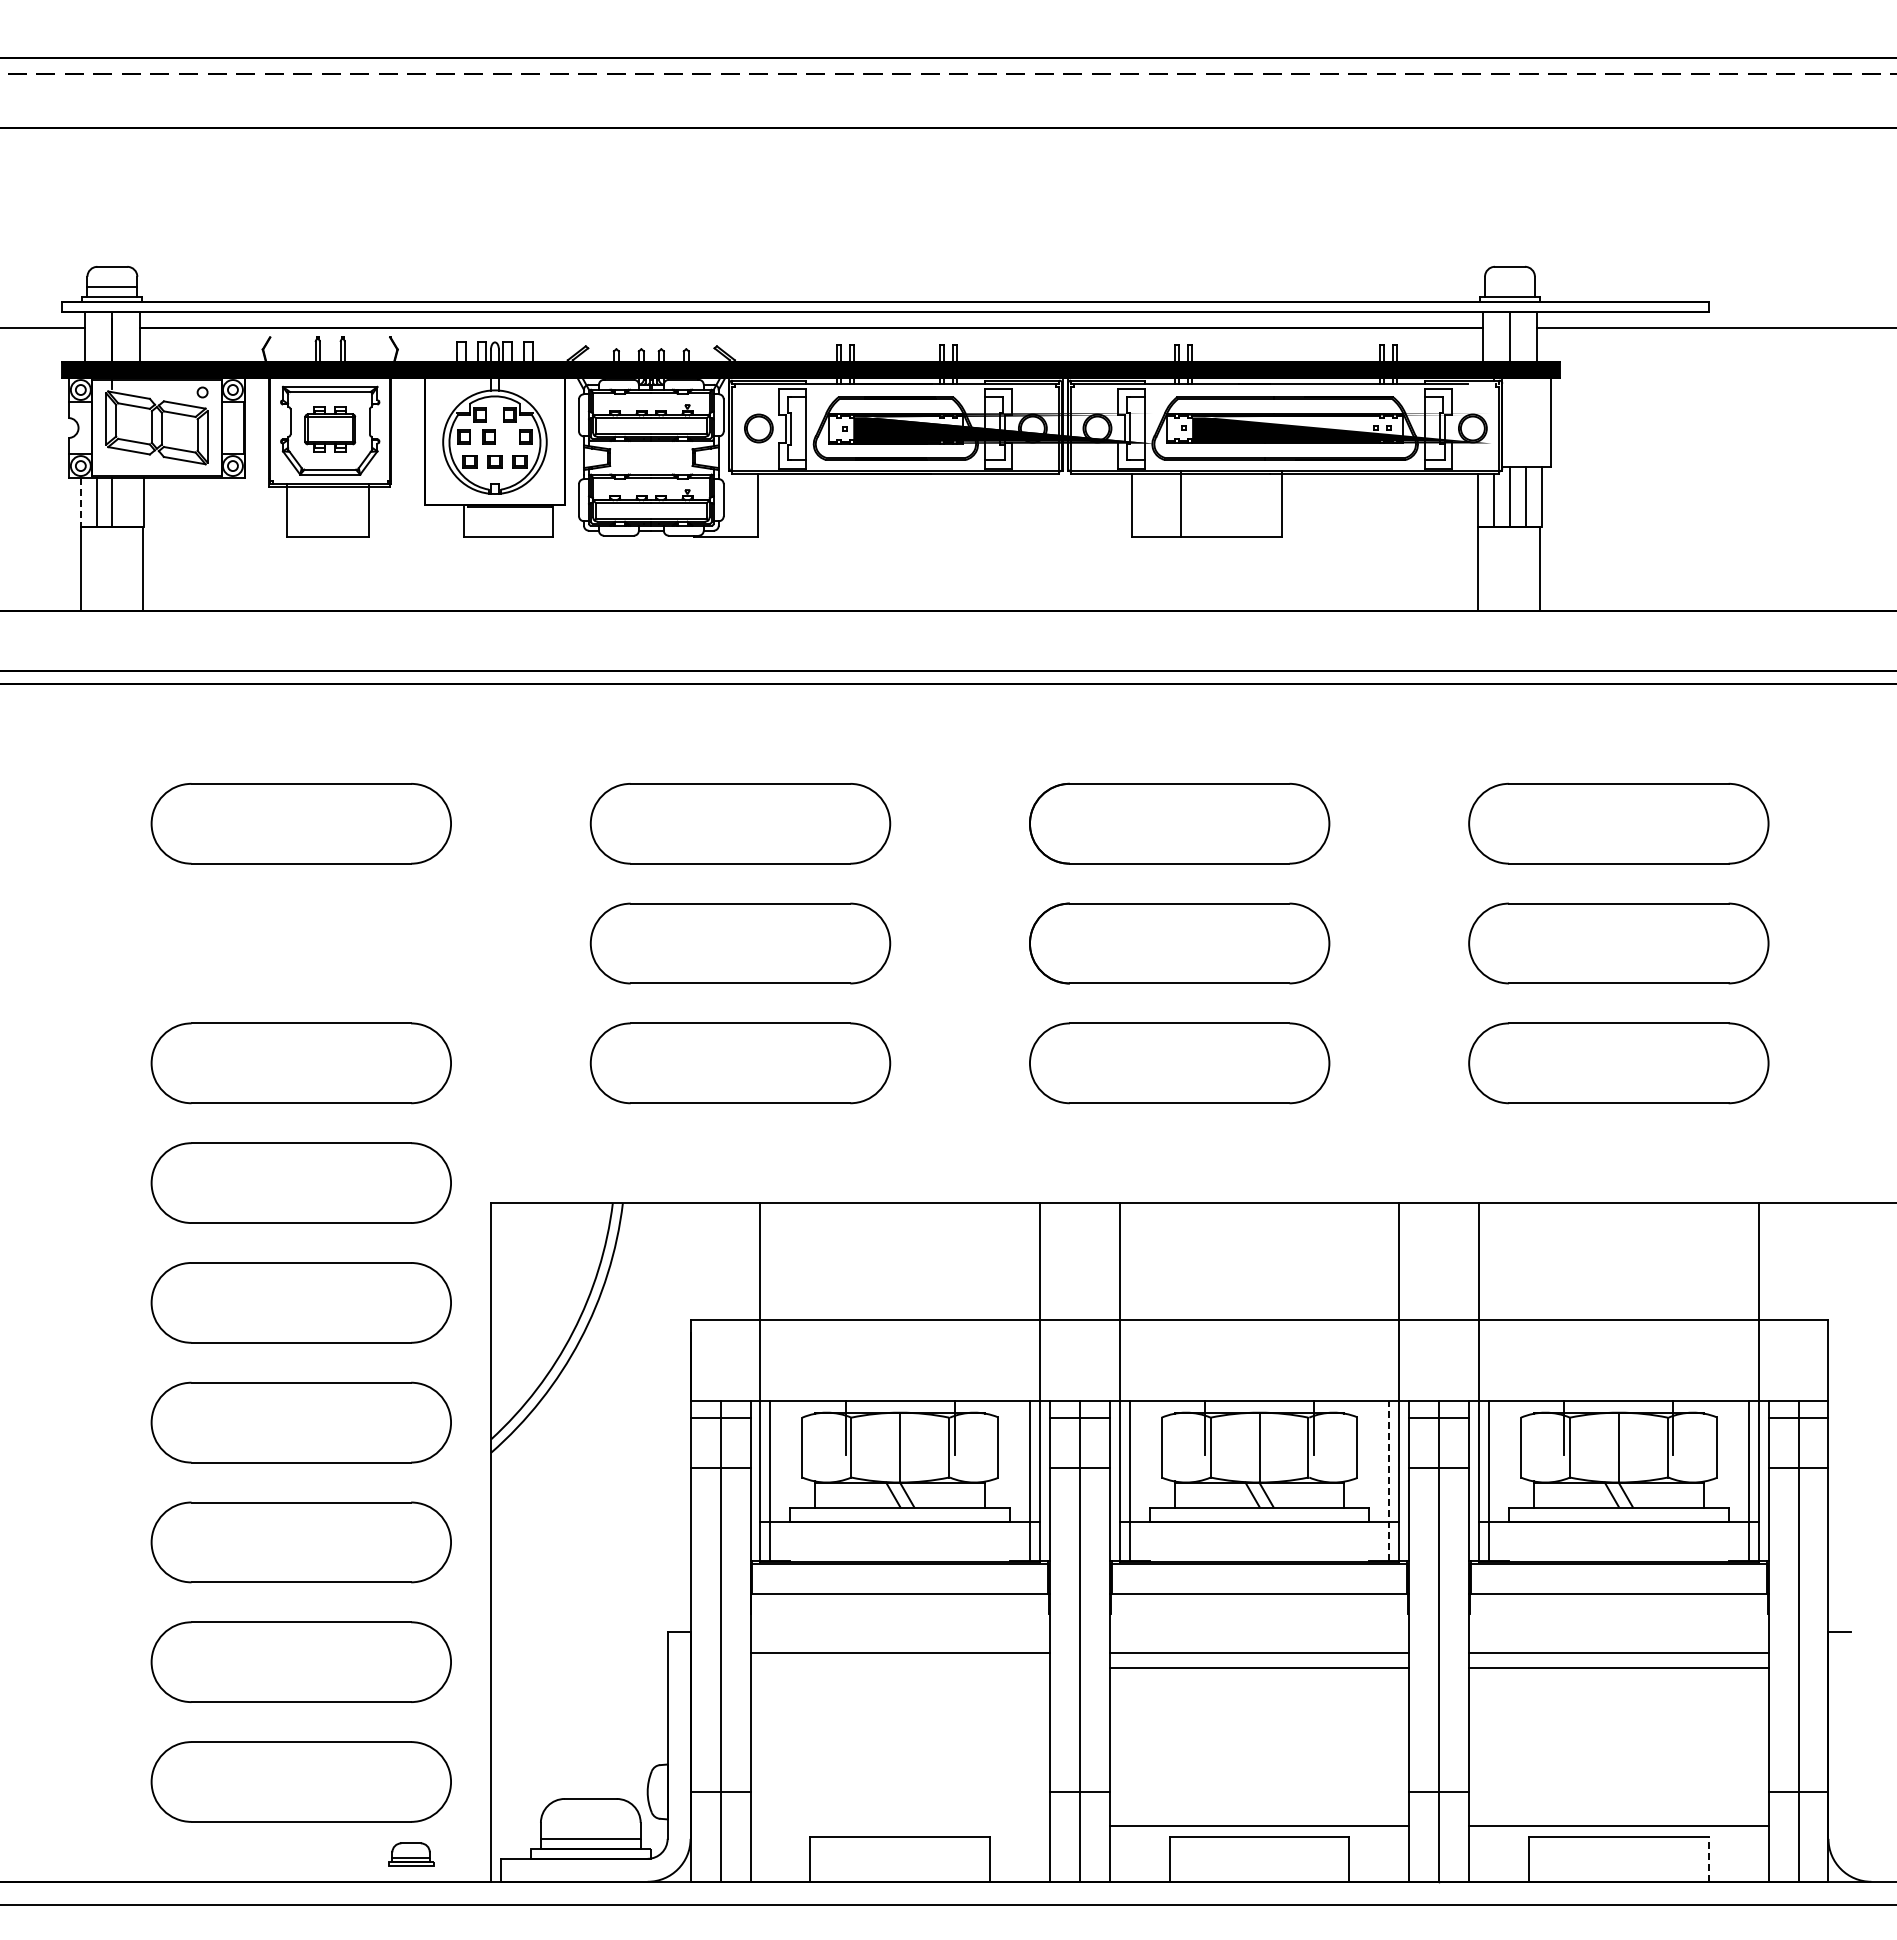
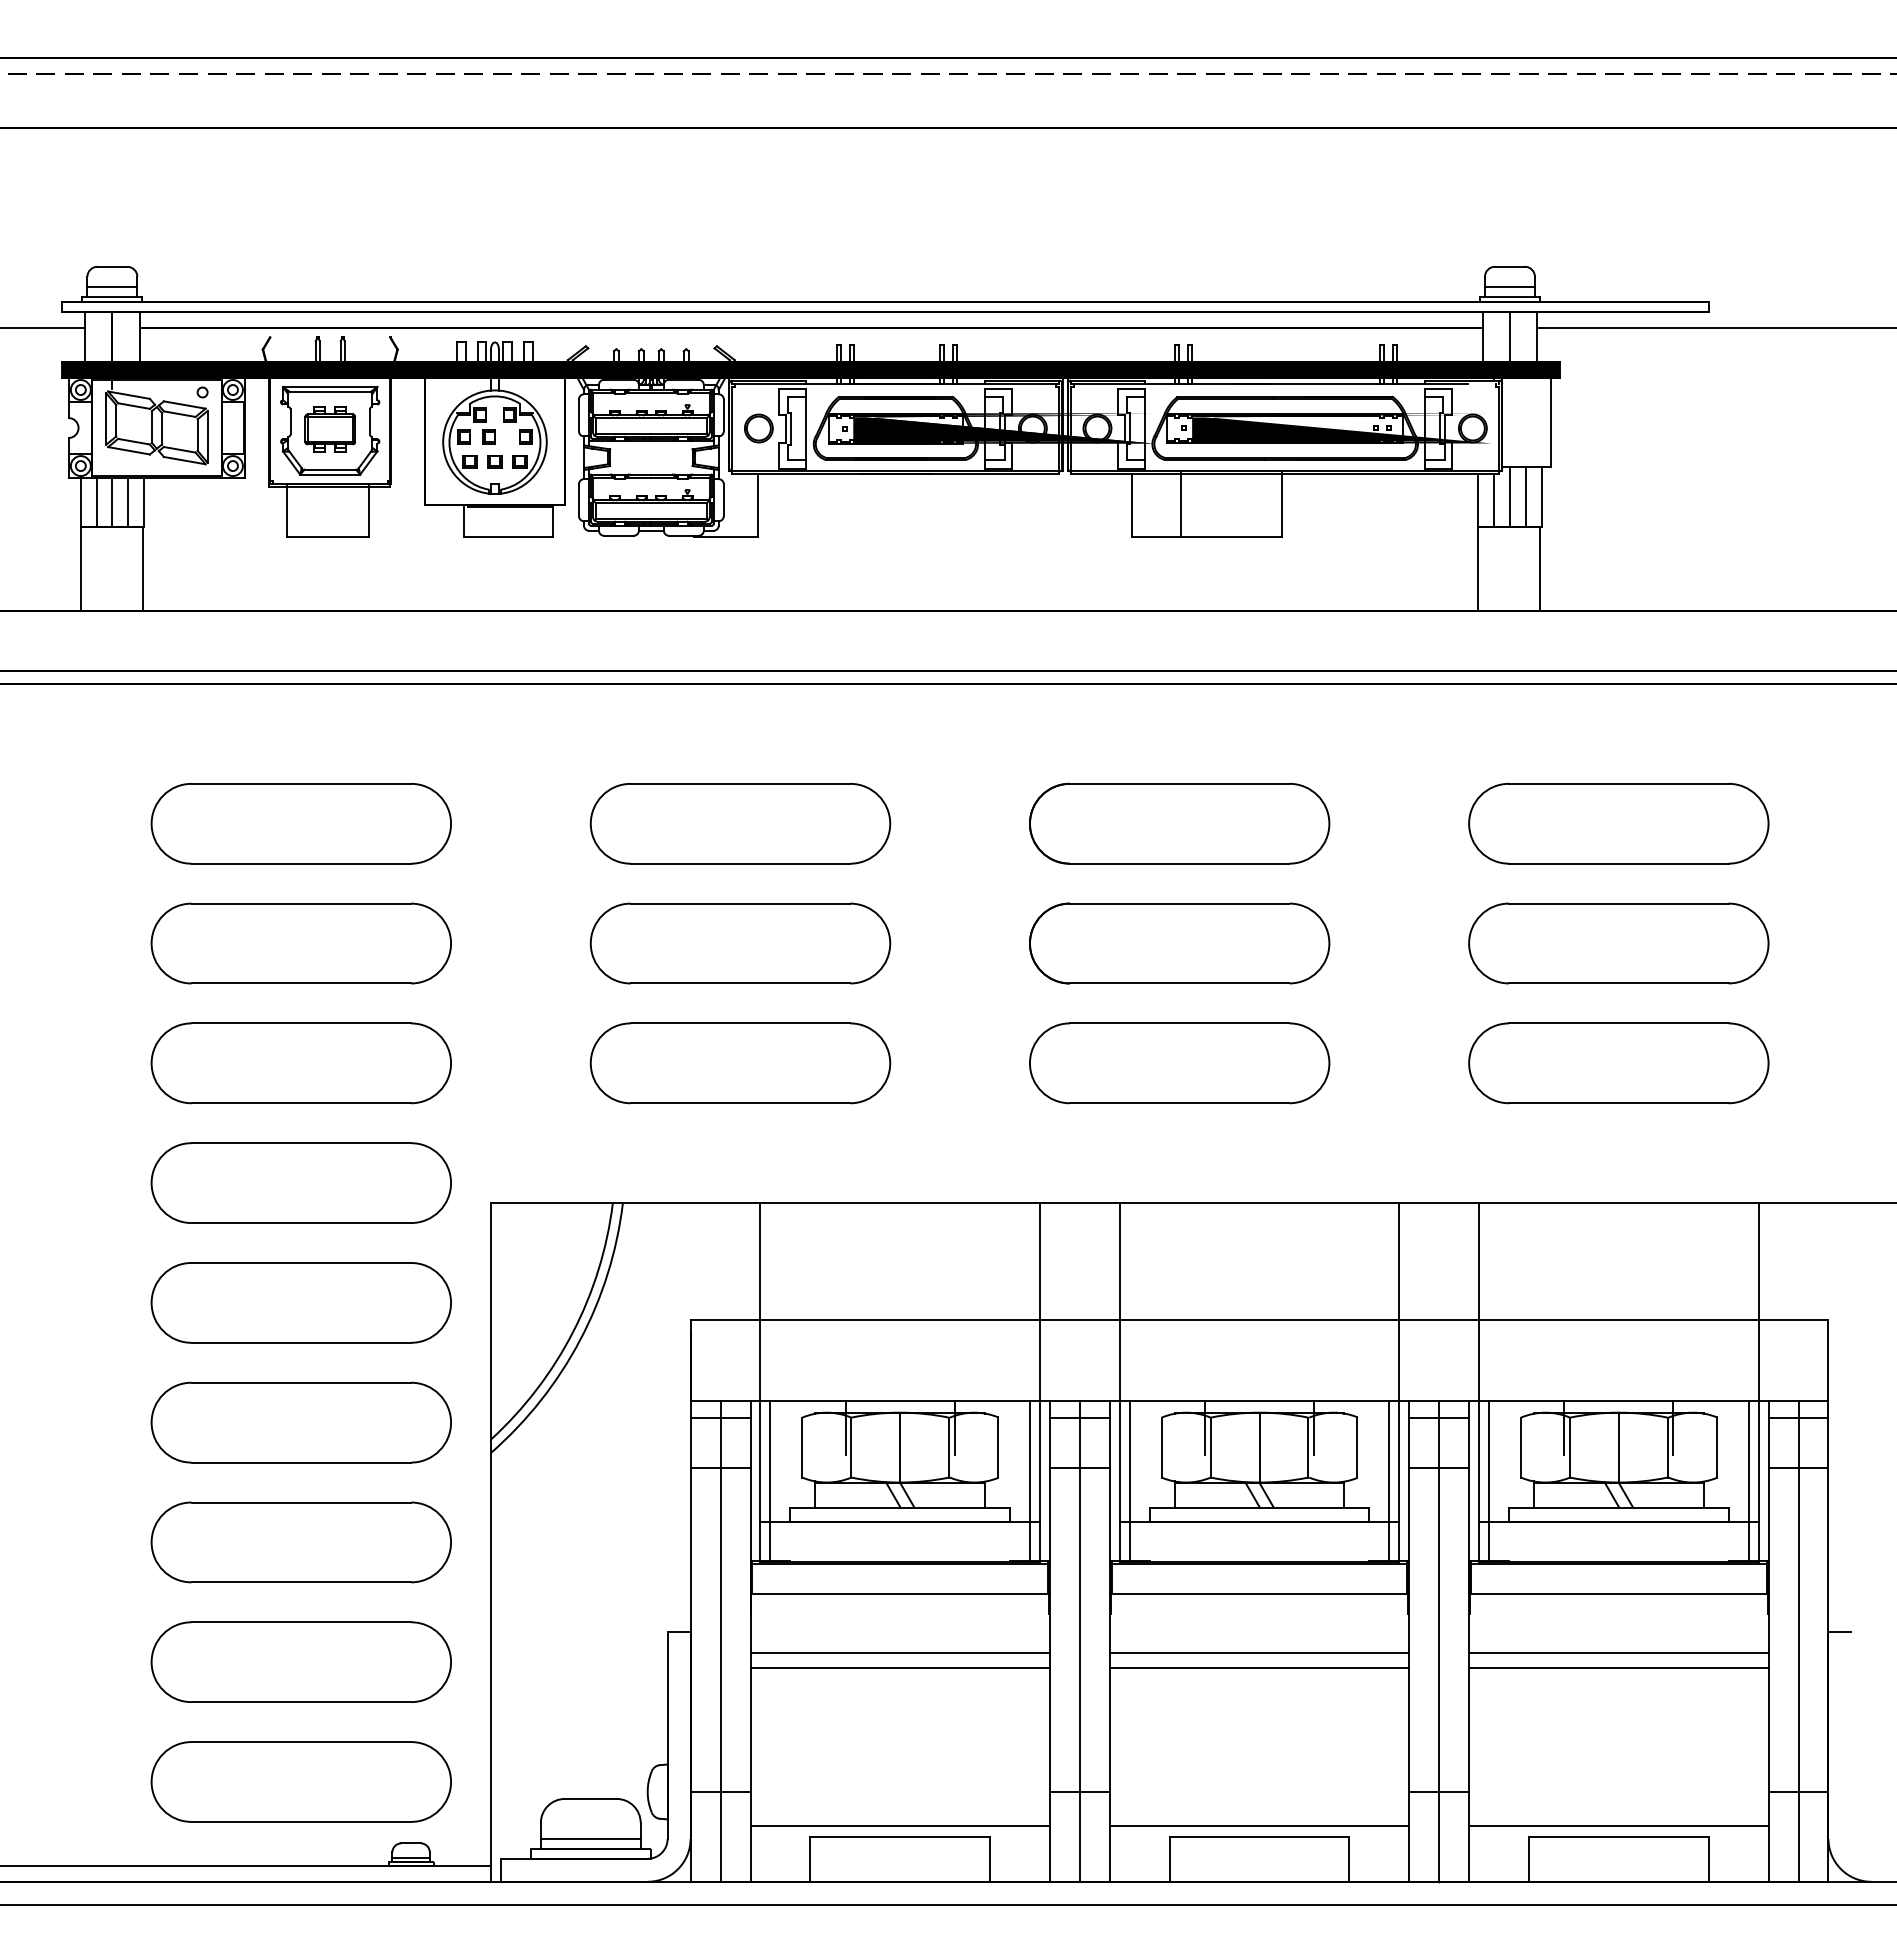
line at (1509, 286): none -> present
line at (128, 502): none -> present
line at (80, 503): dashed -> solid
part at (300, 943): none -> present
line at (1389, 1480): dashed -> solid
line at (899, 1667): none -> present
line at (899, 1825): none -> present
line at (1708, 1858): dashed -> solid
line at (246, 1865): none -> present
